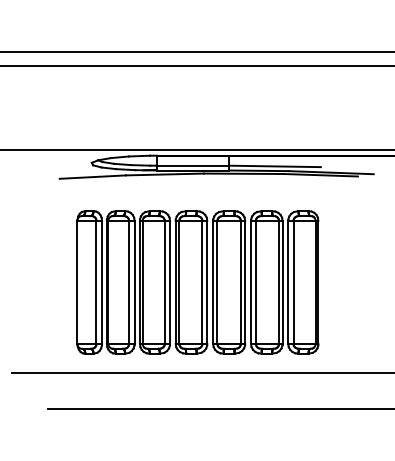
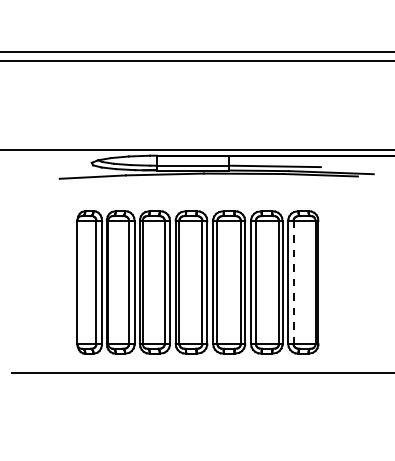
line at (196, 66) position: (196, 66) -> (196, 61)
line at (293, 282): solid -> dashed
line at (219, 409): present -> none
